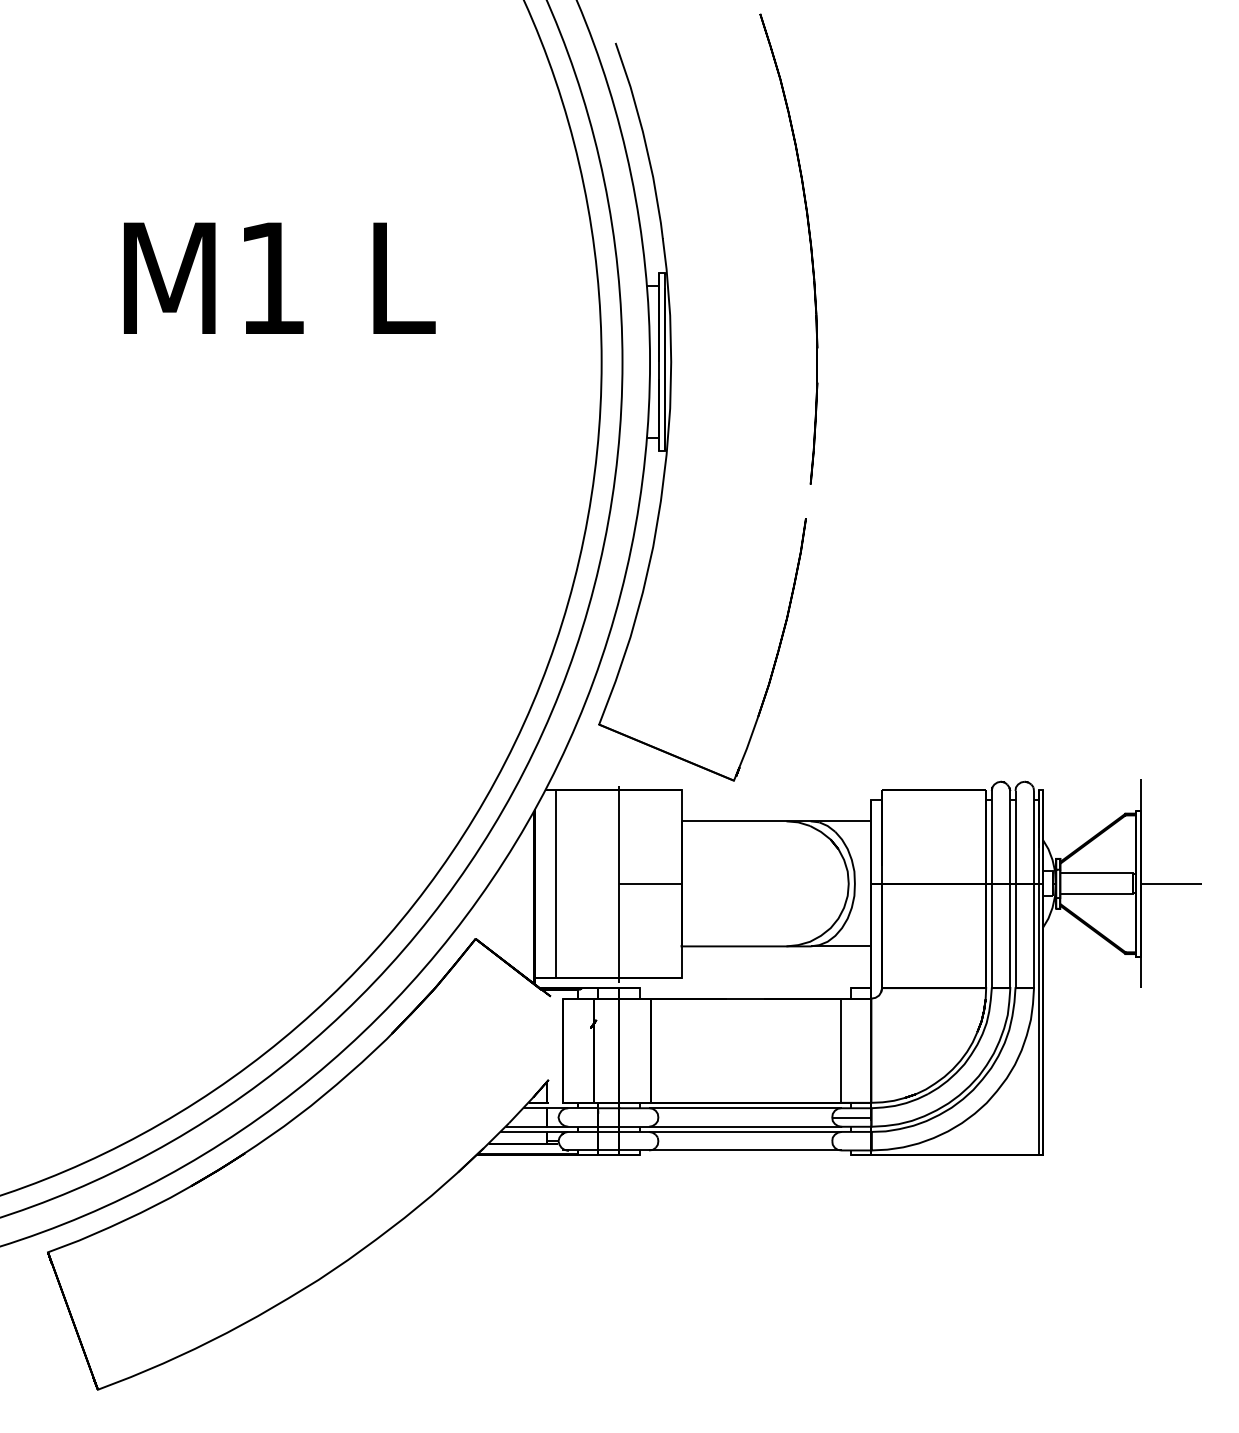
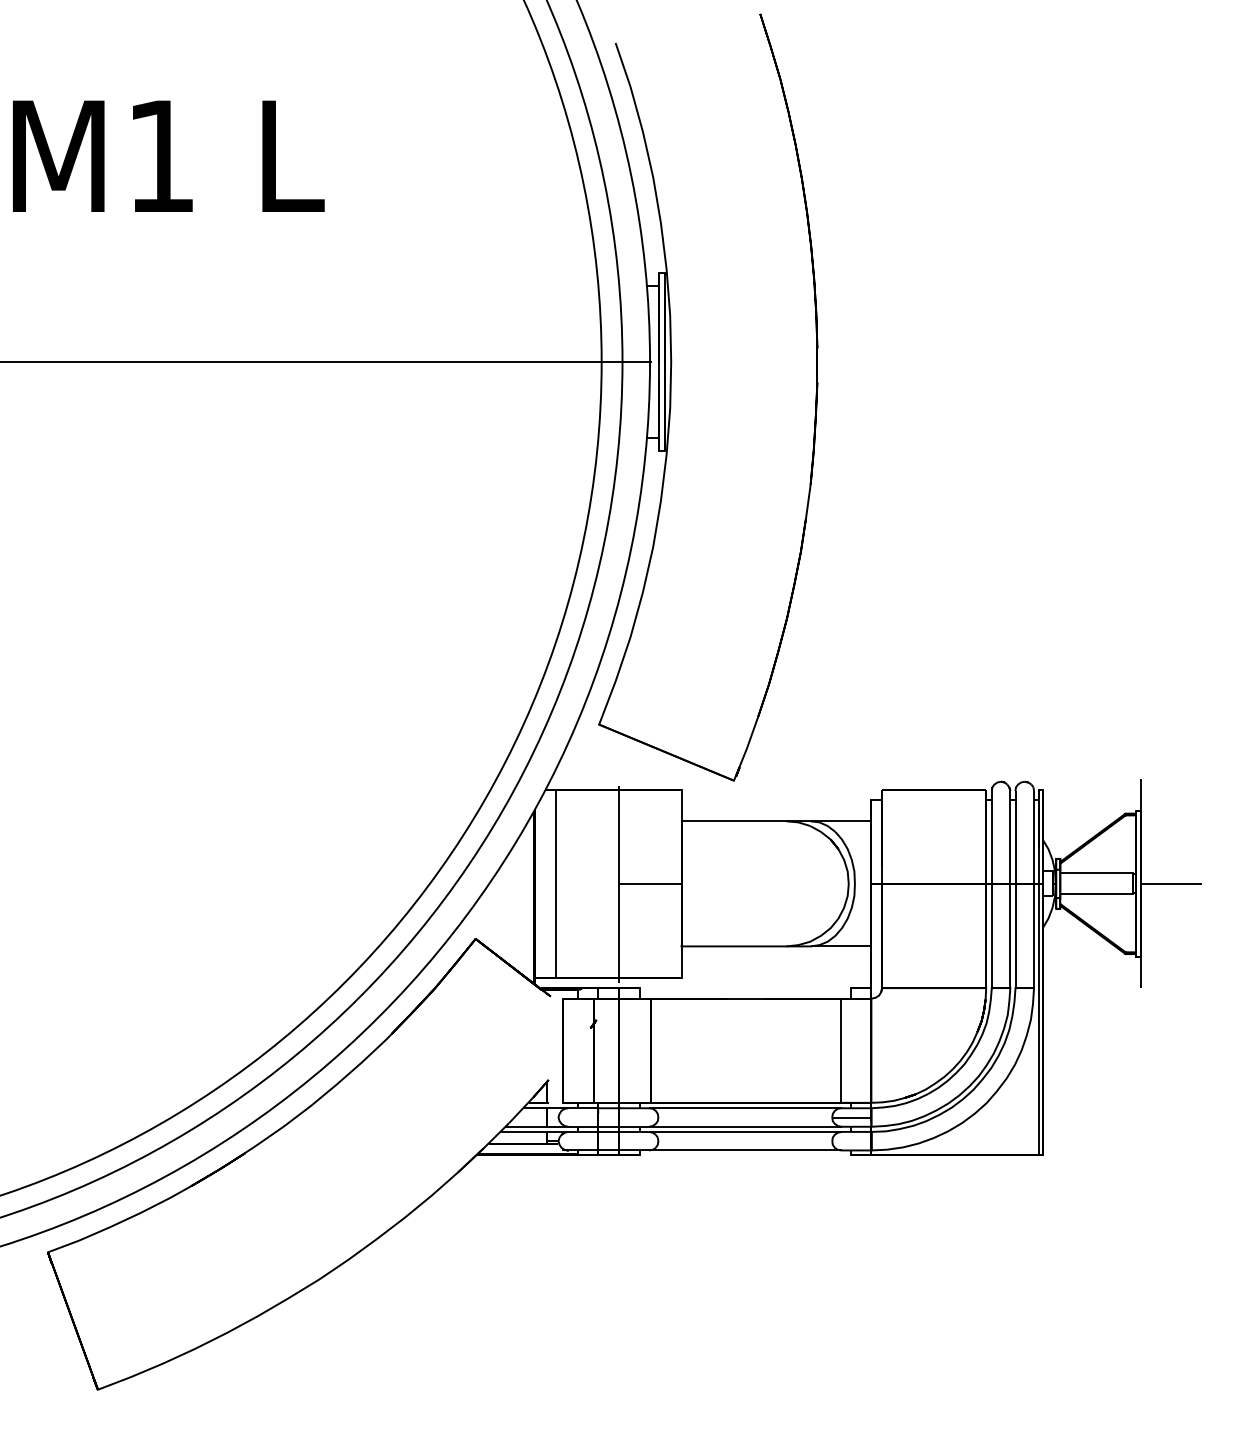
text at (279, 277) position: (279, 277) -> (168, 155)
line at (326, 362): none -> present
line at (808, 501): none -> present
